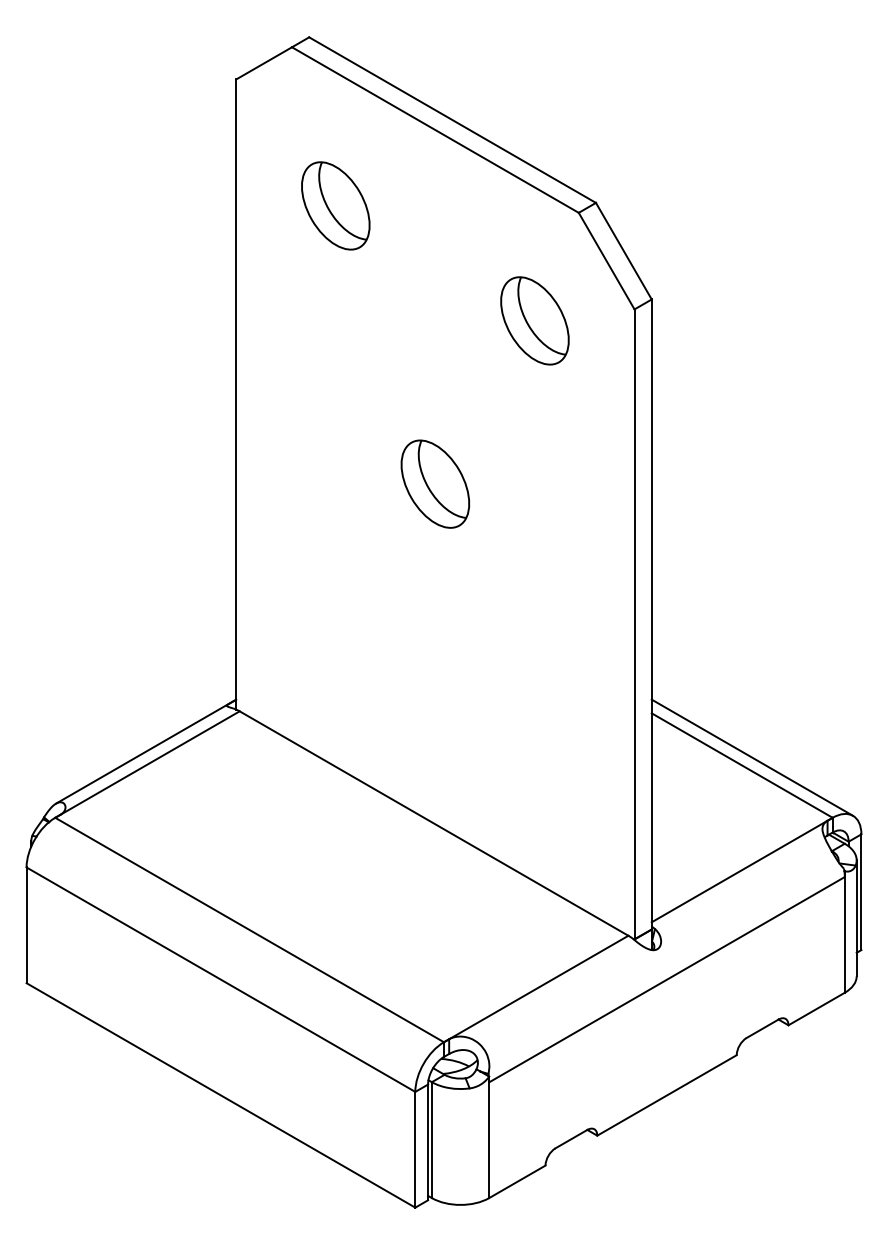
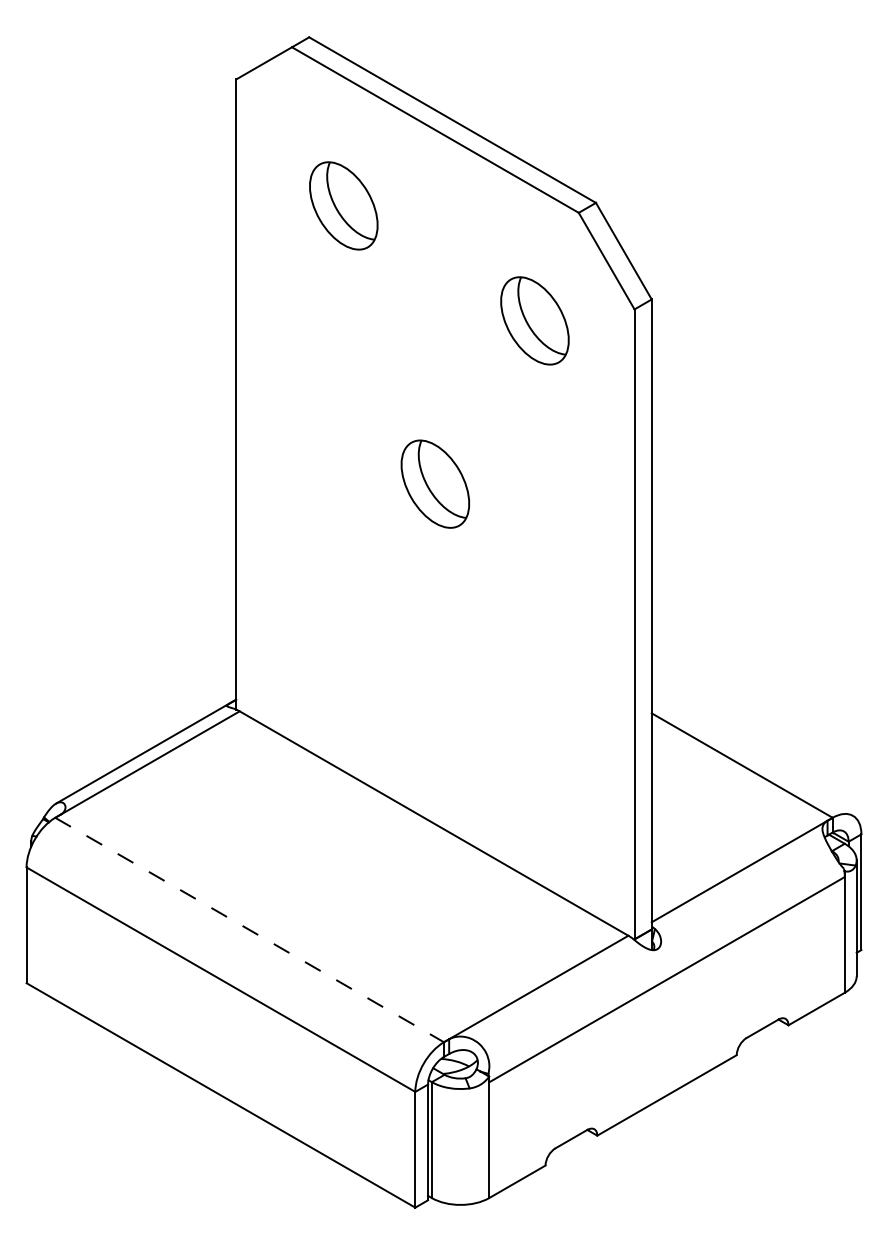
part at (335, 205) position: (335, 205) -> (343, 205)
line at (751, 757): present -> none
line at (250, 930): solid -> dashed
